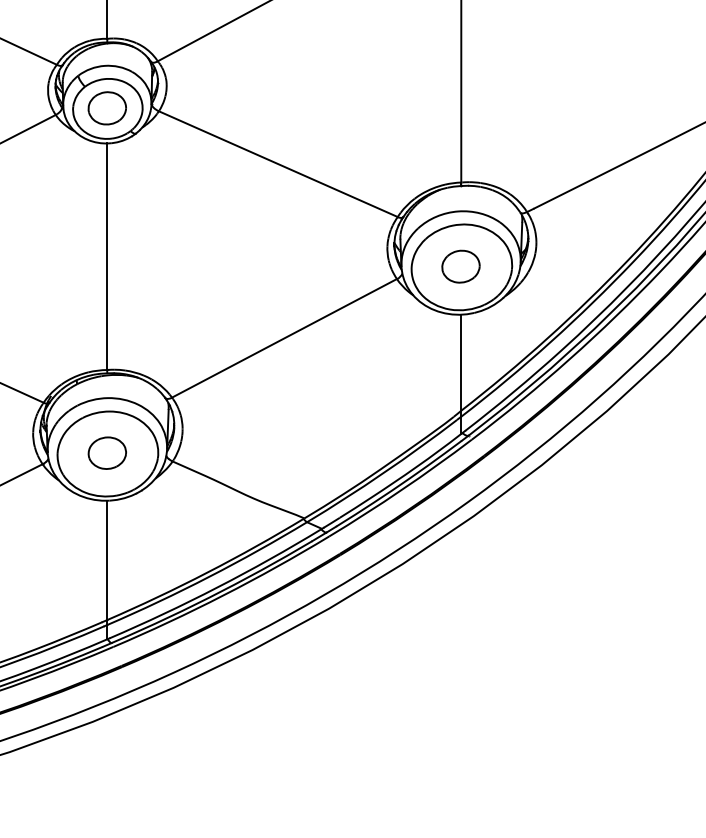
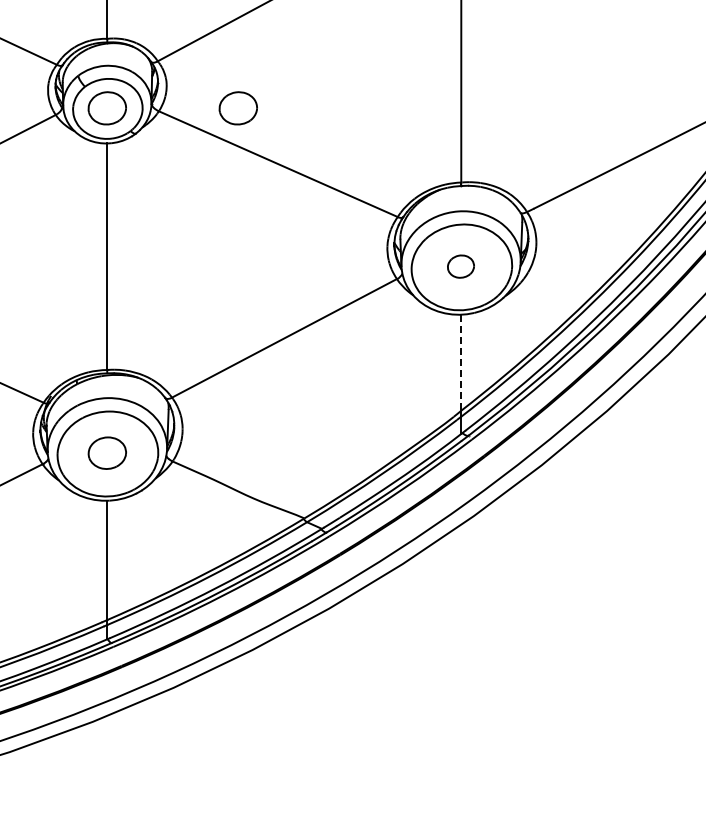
part at (237, 108): none -> present
part at (460, 266) size: 40x35 px -> 28x25 px
line at (461, 363): solid -> dashed
